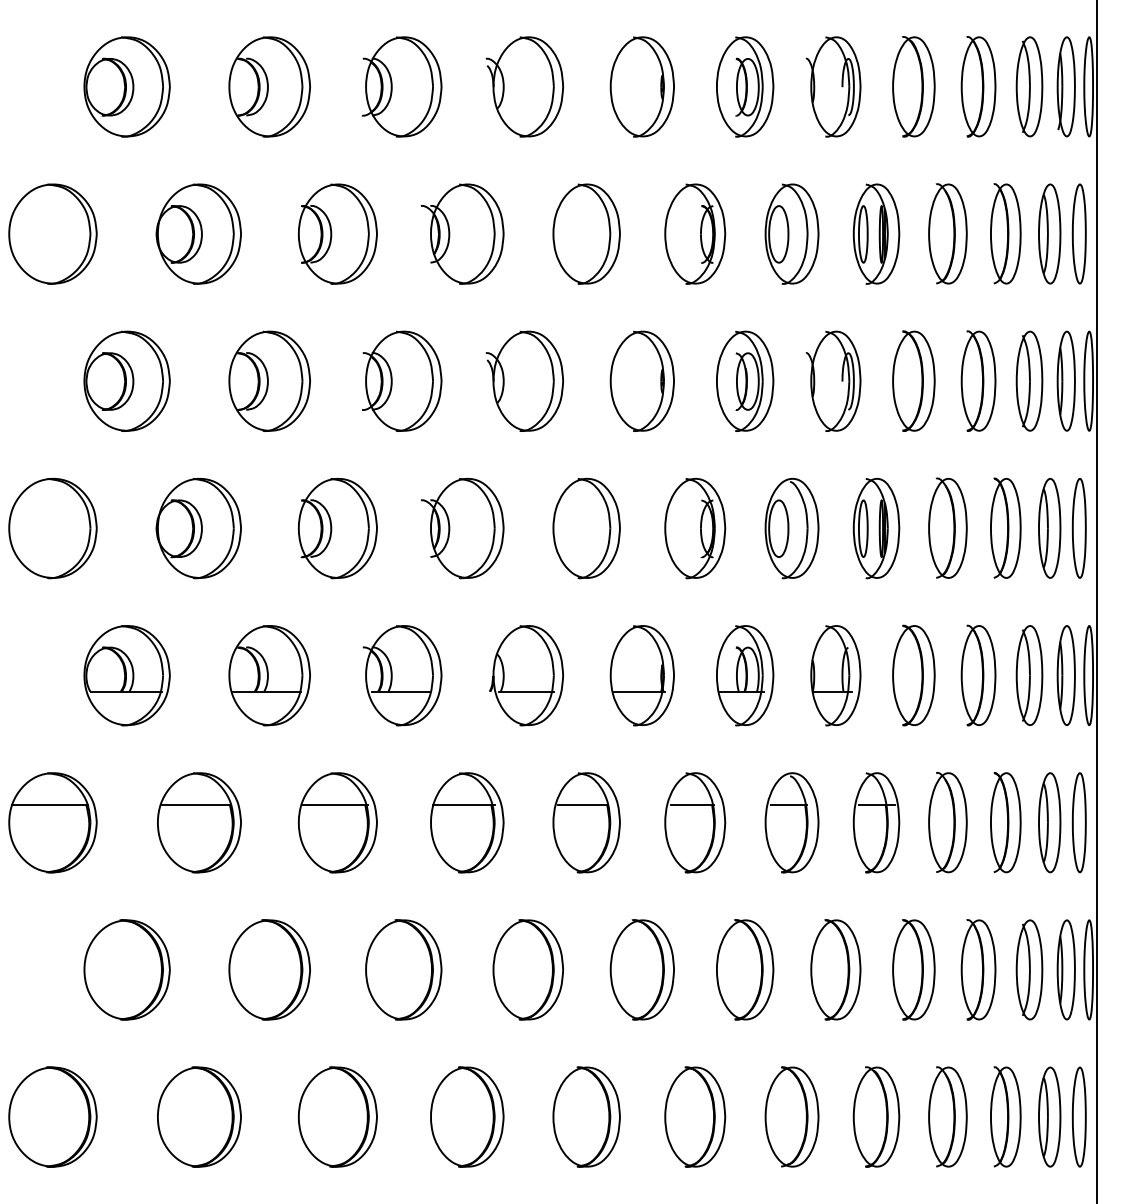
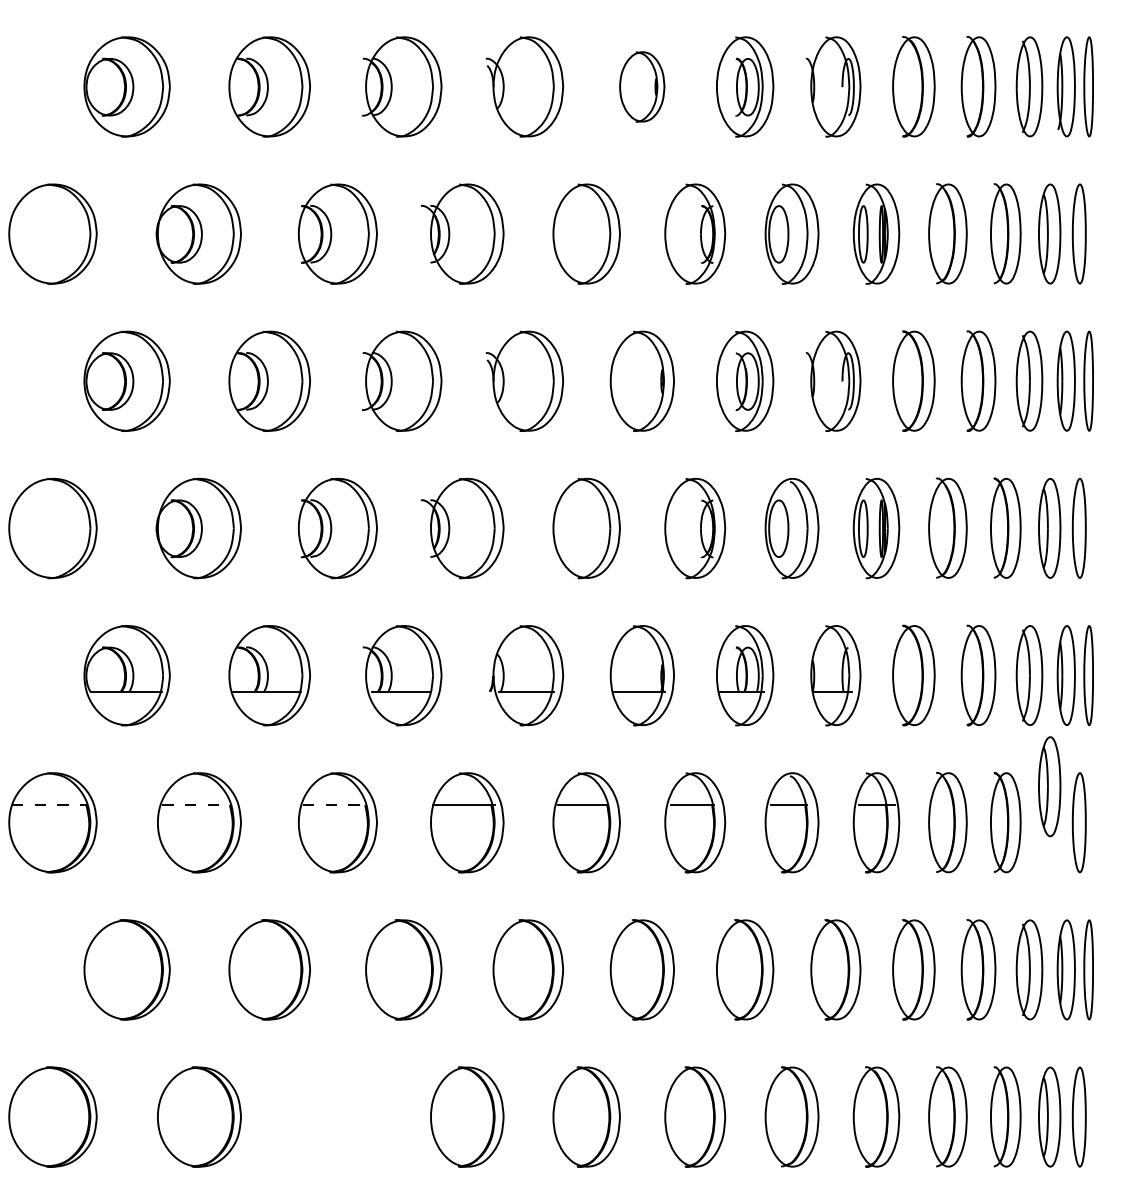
part at (641, 86) size: 66x102 px -> 47x72 px
line at (1097, 601): present -> none
line at (50, 805): solid -> dashed
line at (197, 805): solid -> dashed
line at (335, 805): solid -> dashed
part at (1049, 822) position: (1049, 822) -> (1049, 786)
part at (337, 1116): present -> none
